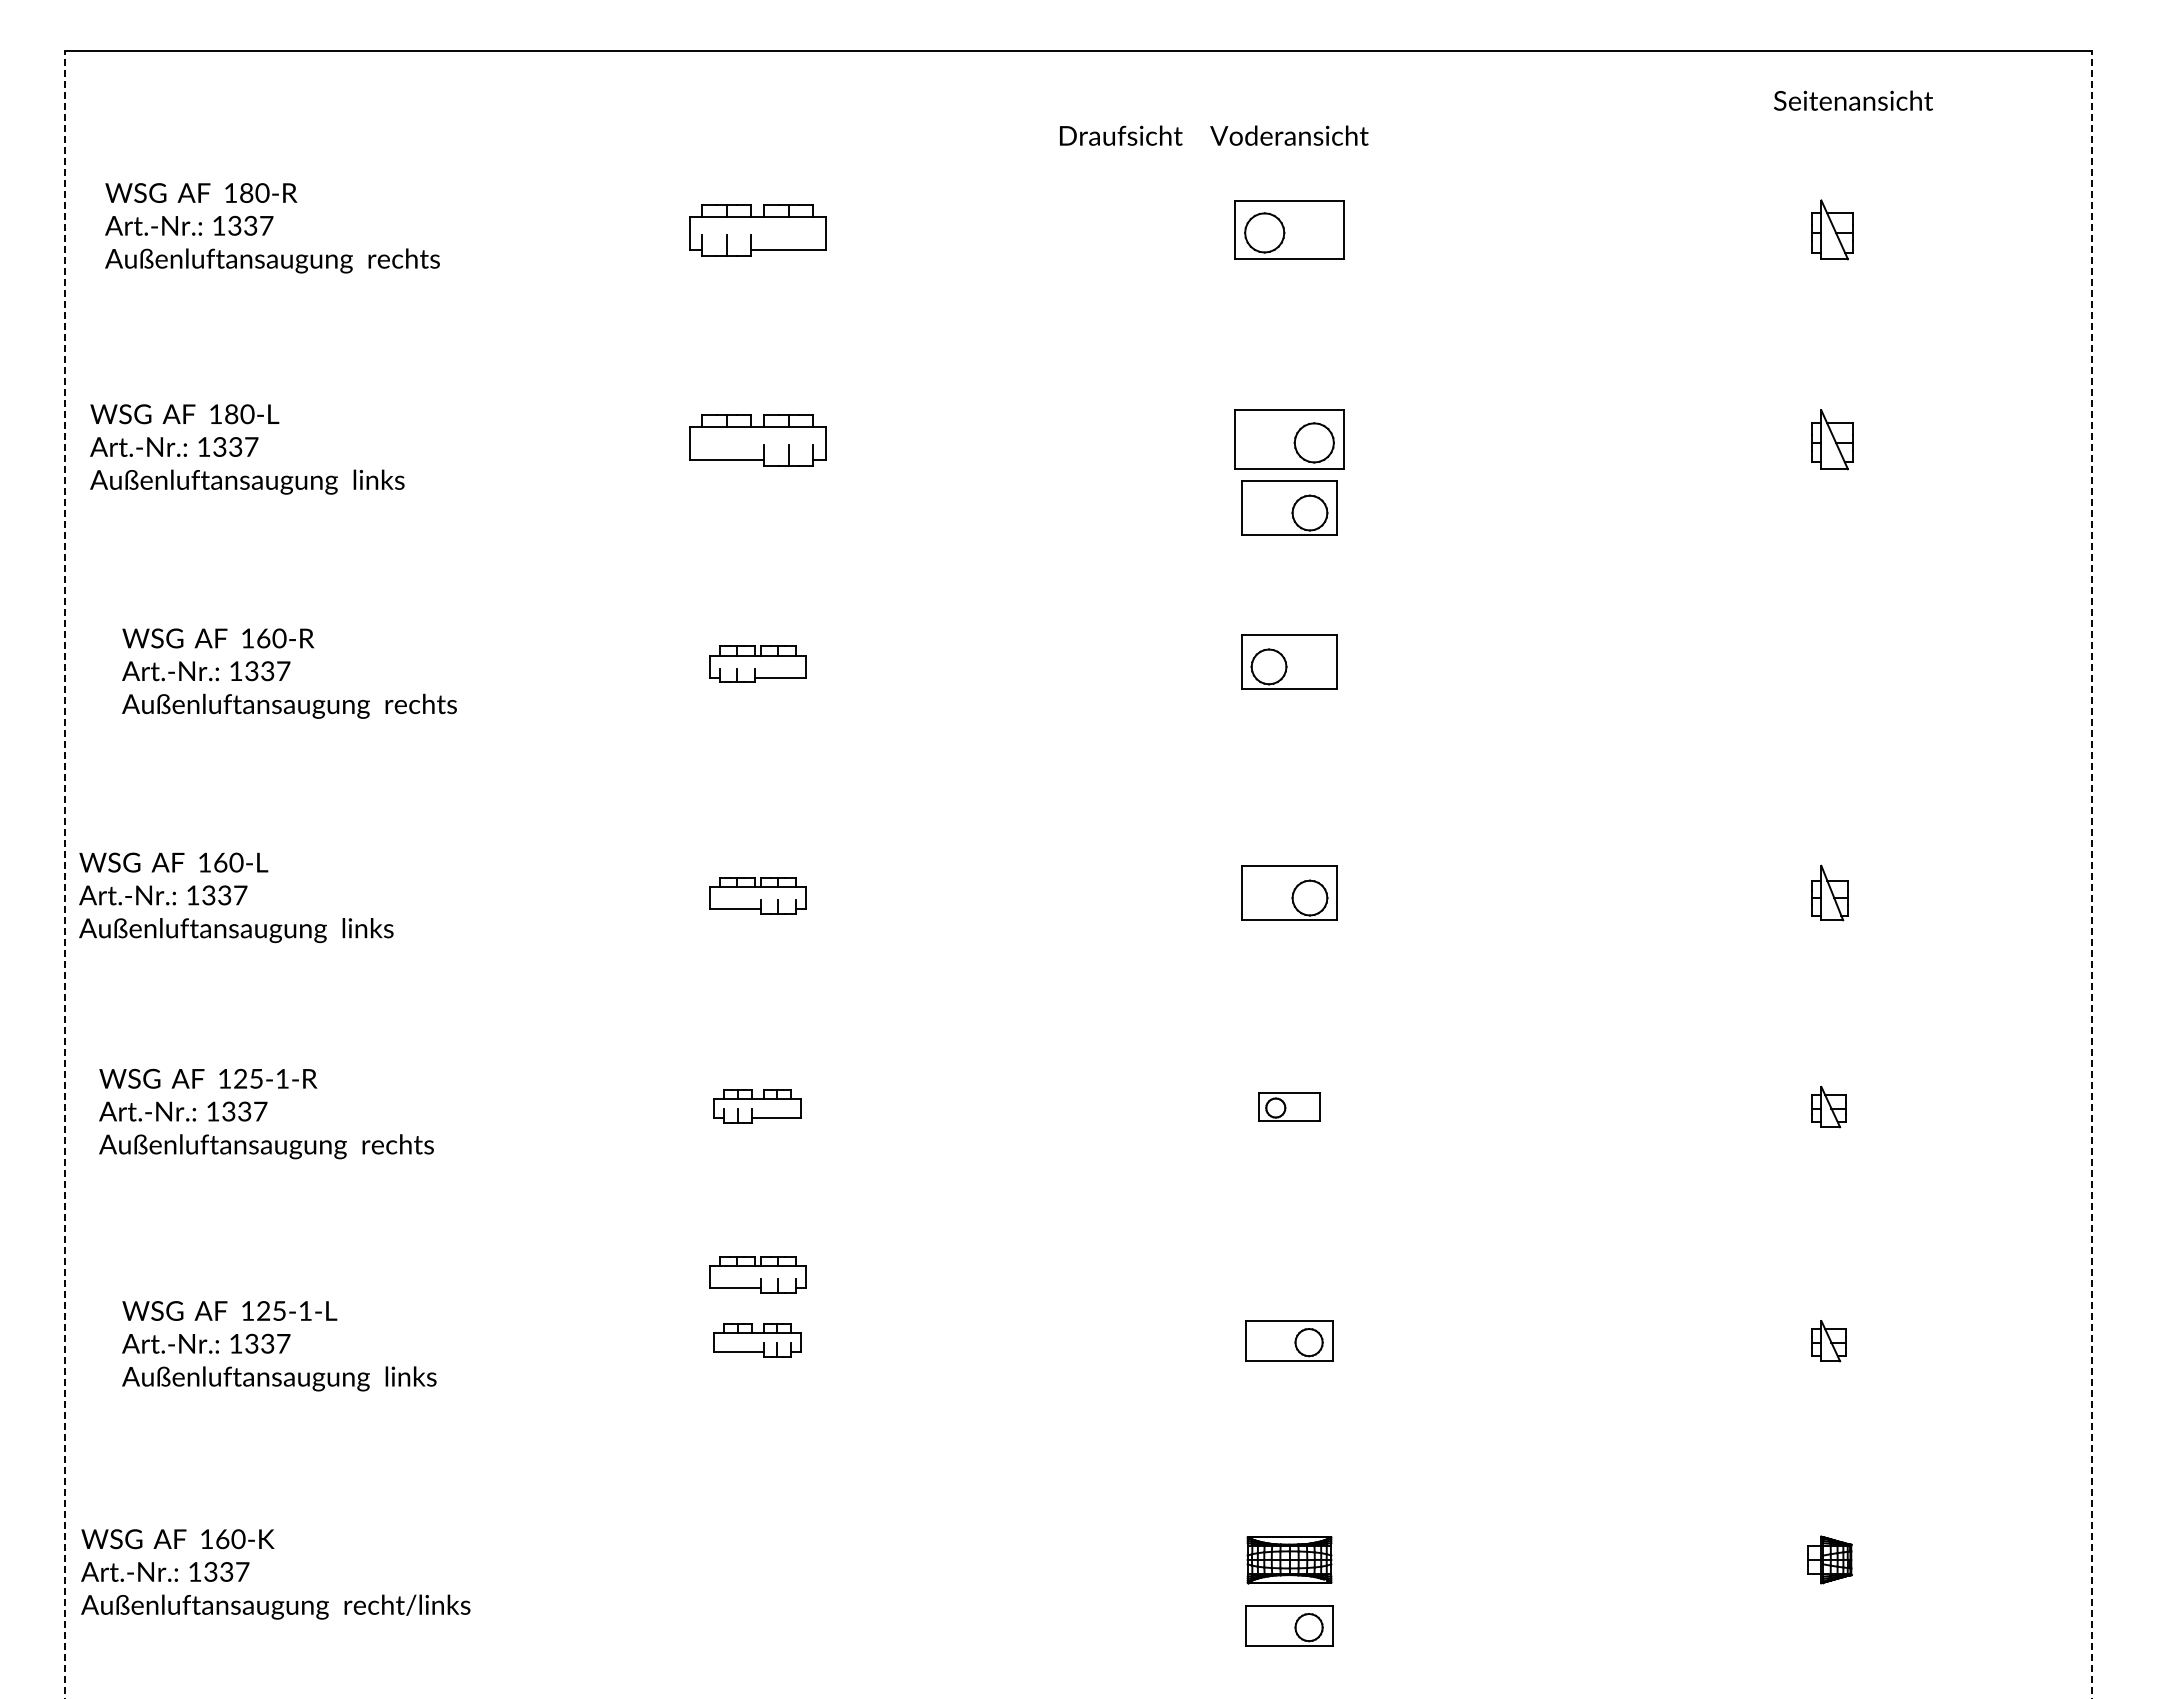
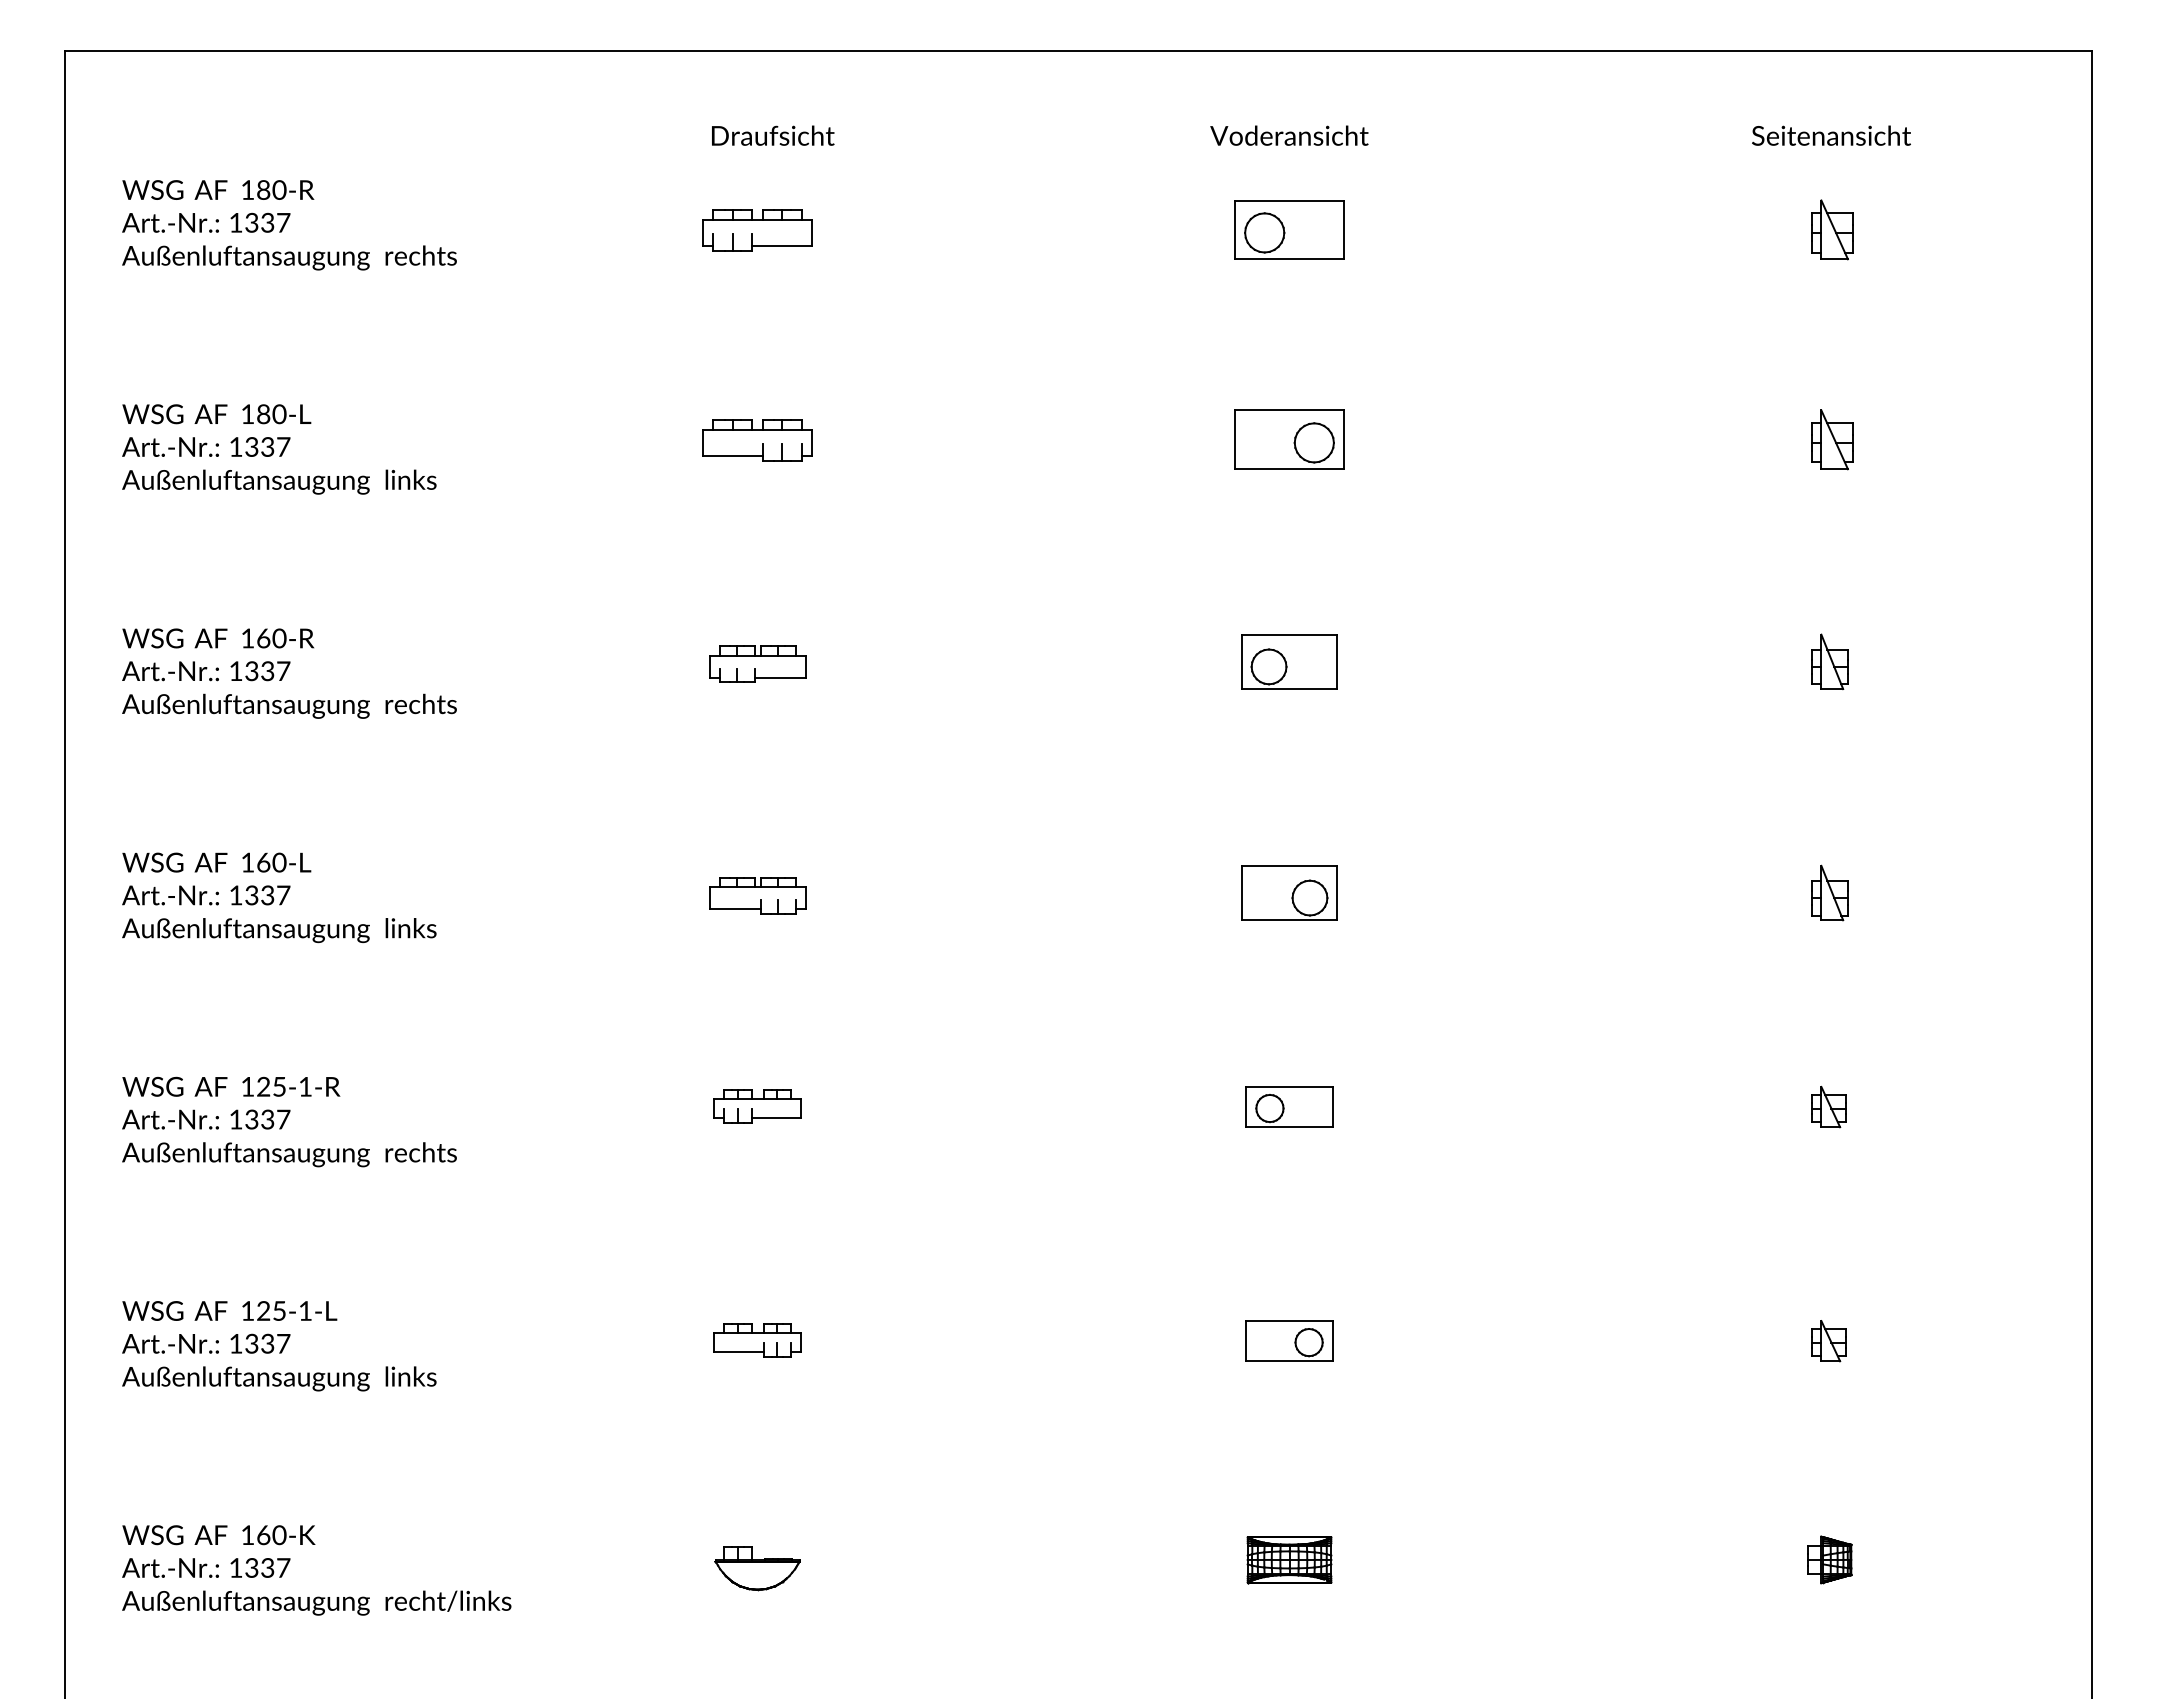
text at (1853, 100) position: (1853, 100) -> (1831, 135)
text at (1121, 135) position: (1121, 135) -> (773, 135)
text at (272, 228) position: (272, 228) -> (289, 225)
part at (757, 230) size: 138x53 px -> 111x43 px
part at (757, 440) size: 138x53 px -> 111x43 px
text at (247, 449) position: (247, 449) -> (279, 449)
part at (1289, 507): present -> none
part at (1829, 661): none -> present
line at (64, 874): dashed -> solid
line at (2092, 874): dashed -> solid
text at (236, 897) position: (236, 897) -> (279, 897)
part at (1289, 1106) size: 63x30 px -> 89x42 px
text at (266, 1113) position: (266, 1113) -> (289, 1121)
part at (757, 1274): present -> none
part at (757, 1568): none -> present
text at (275, 1574) position: (275, 1574) -> (316, 1570)
part at (1289, 1625): present -> none
